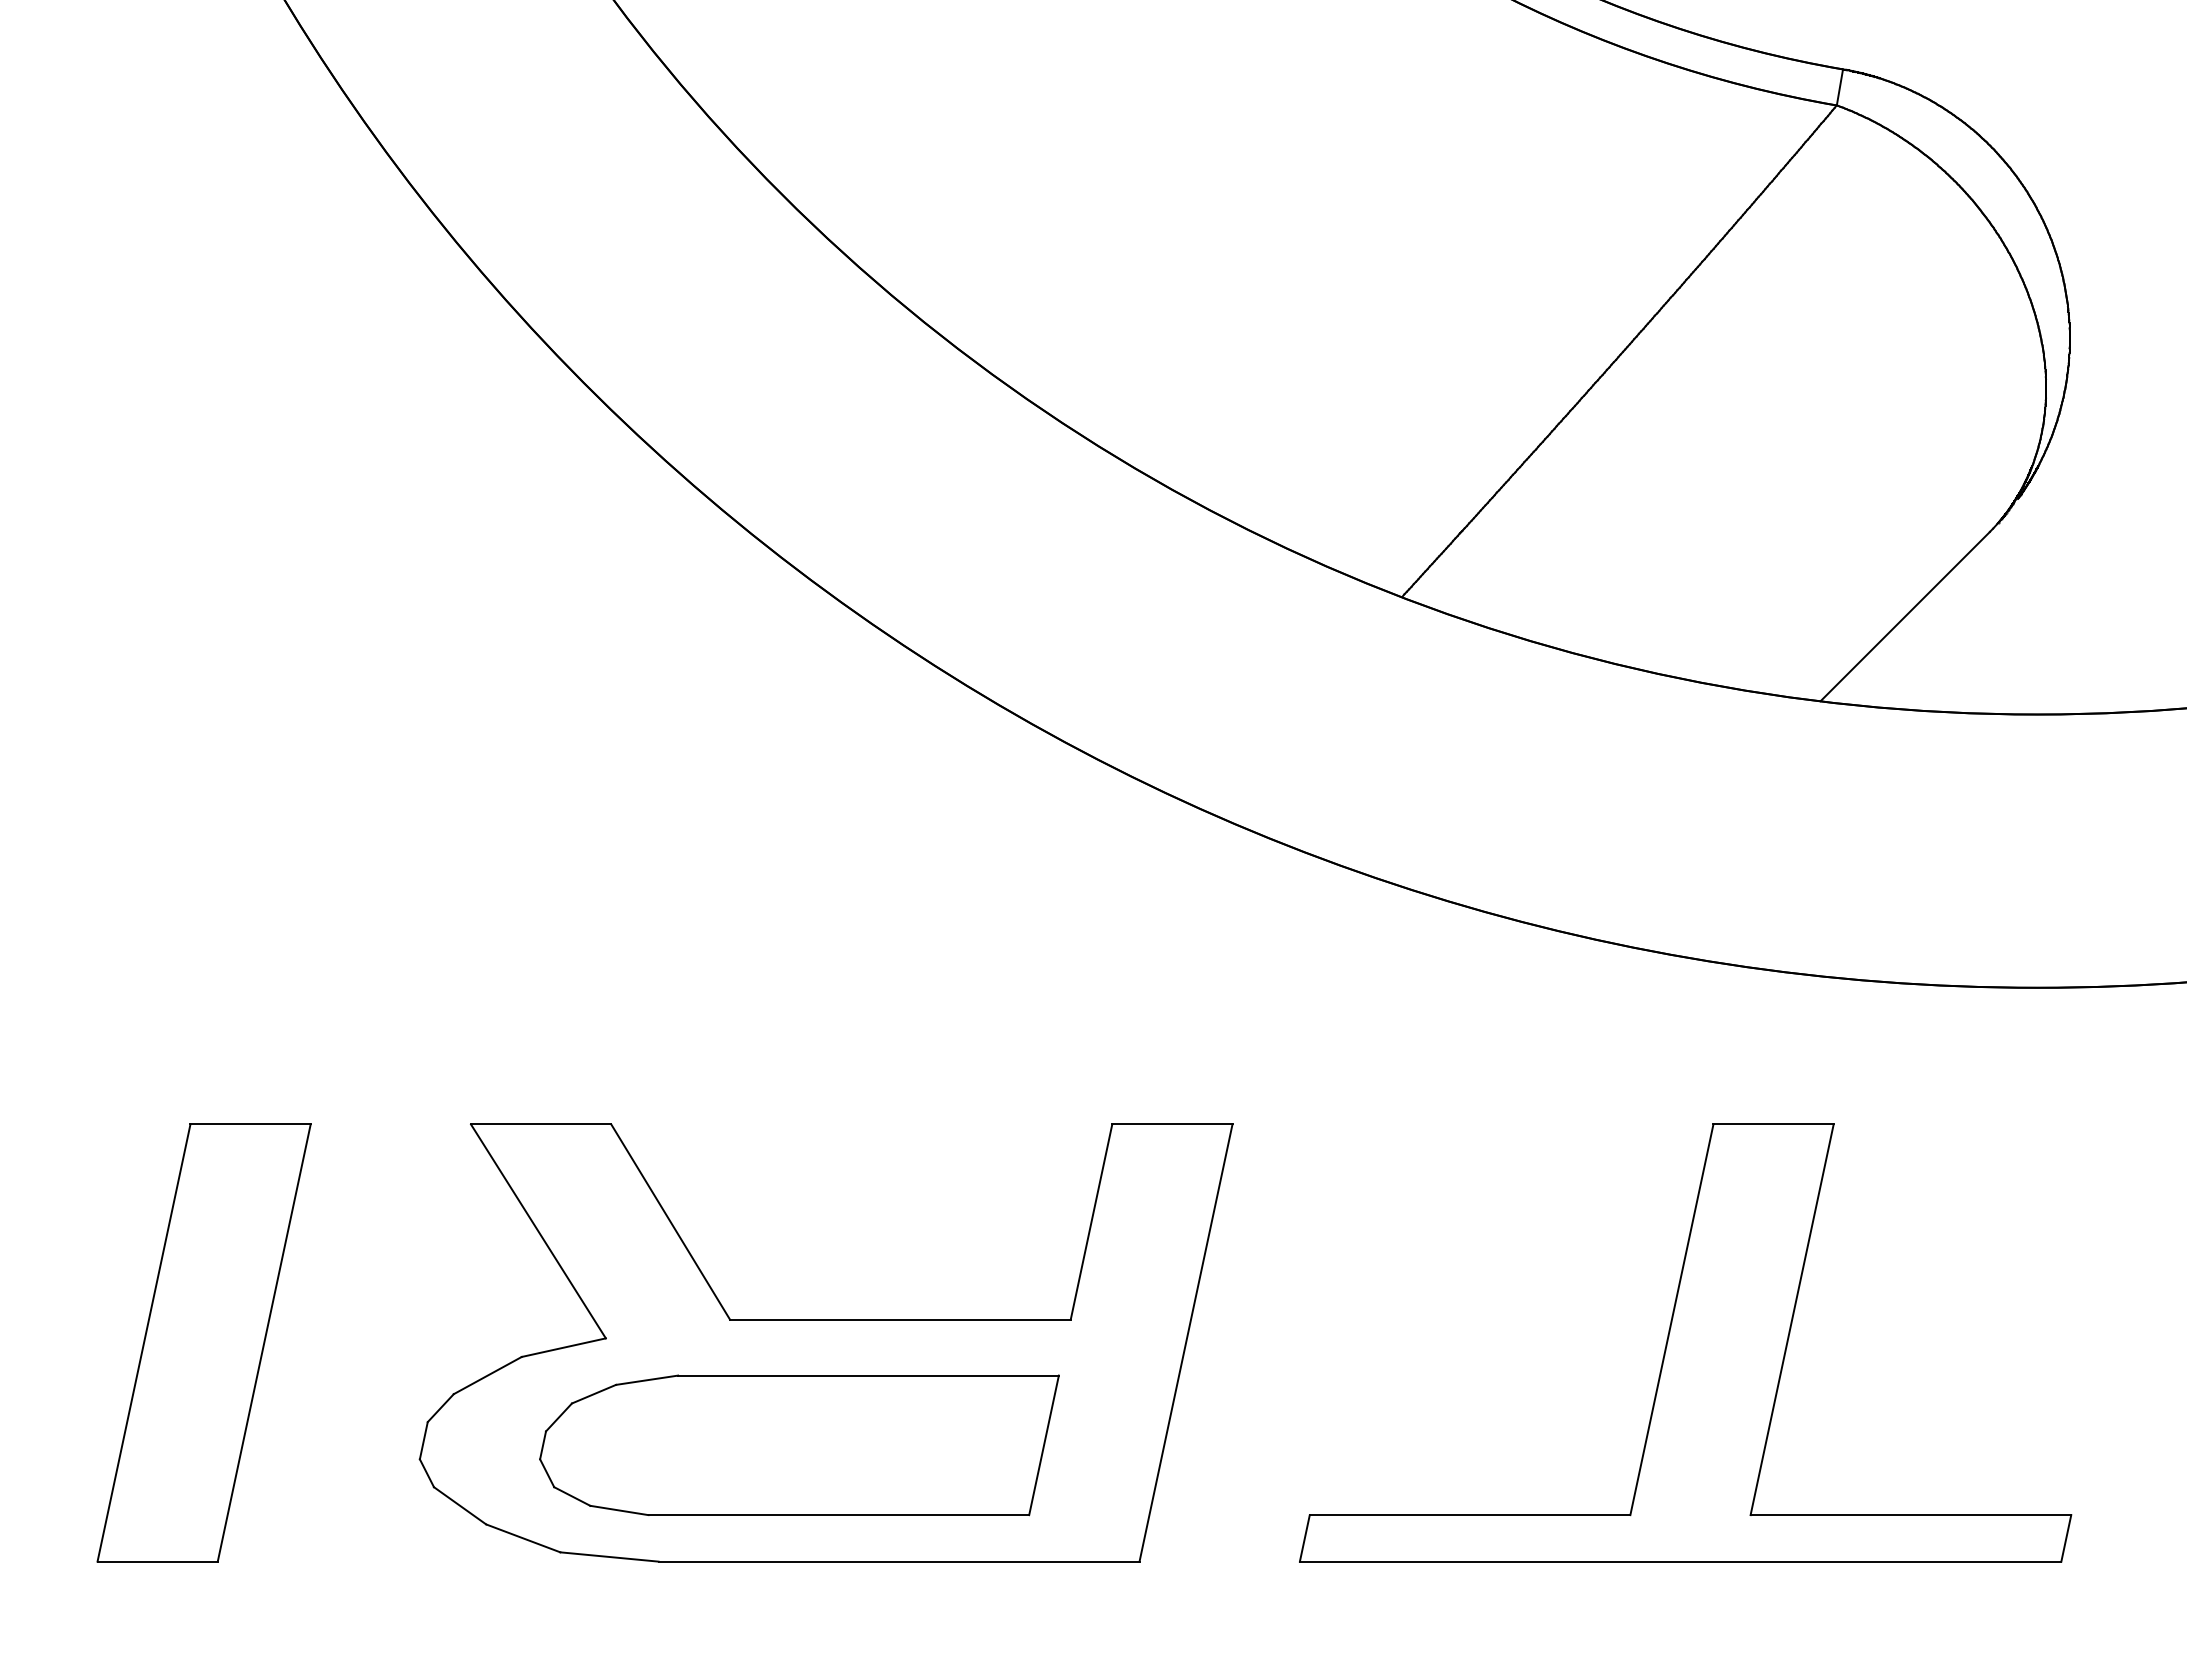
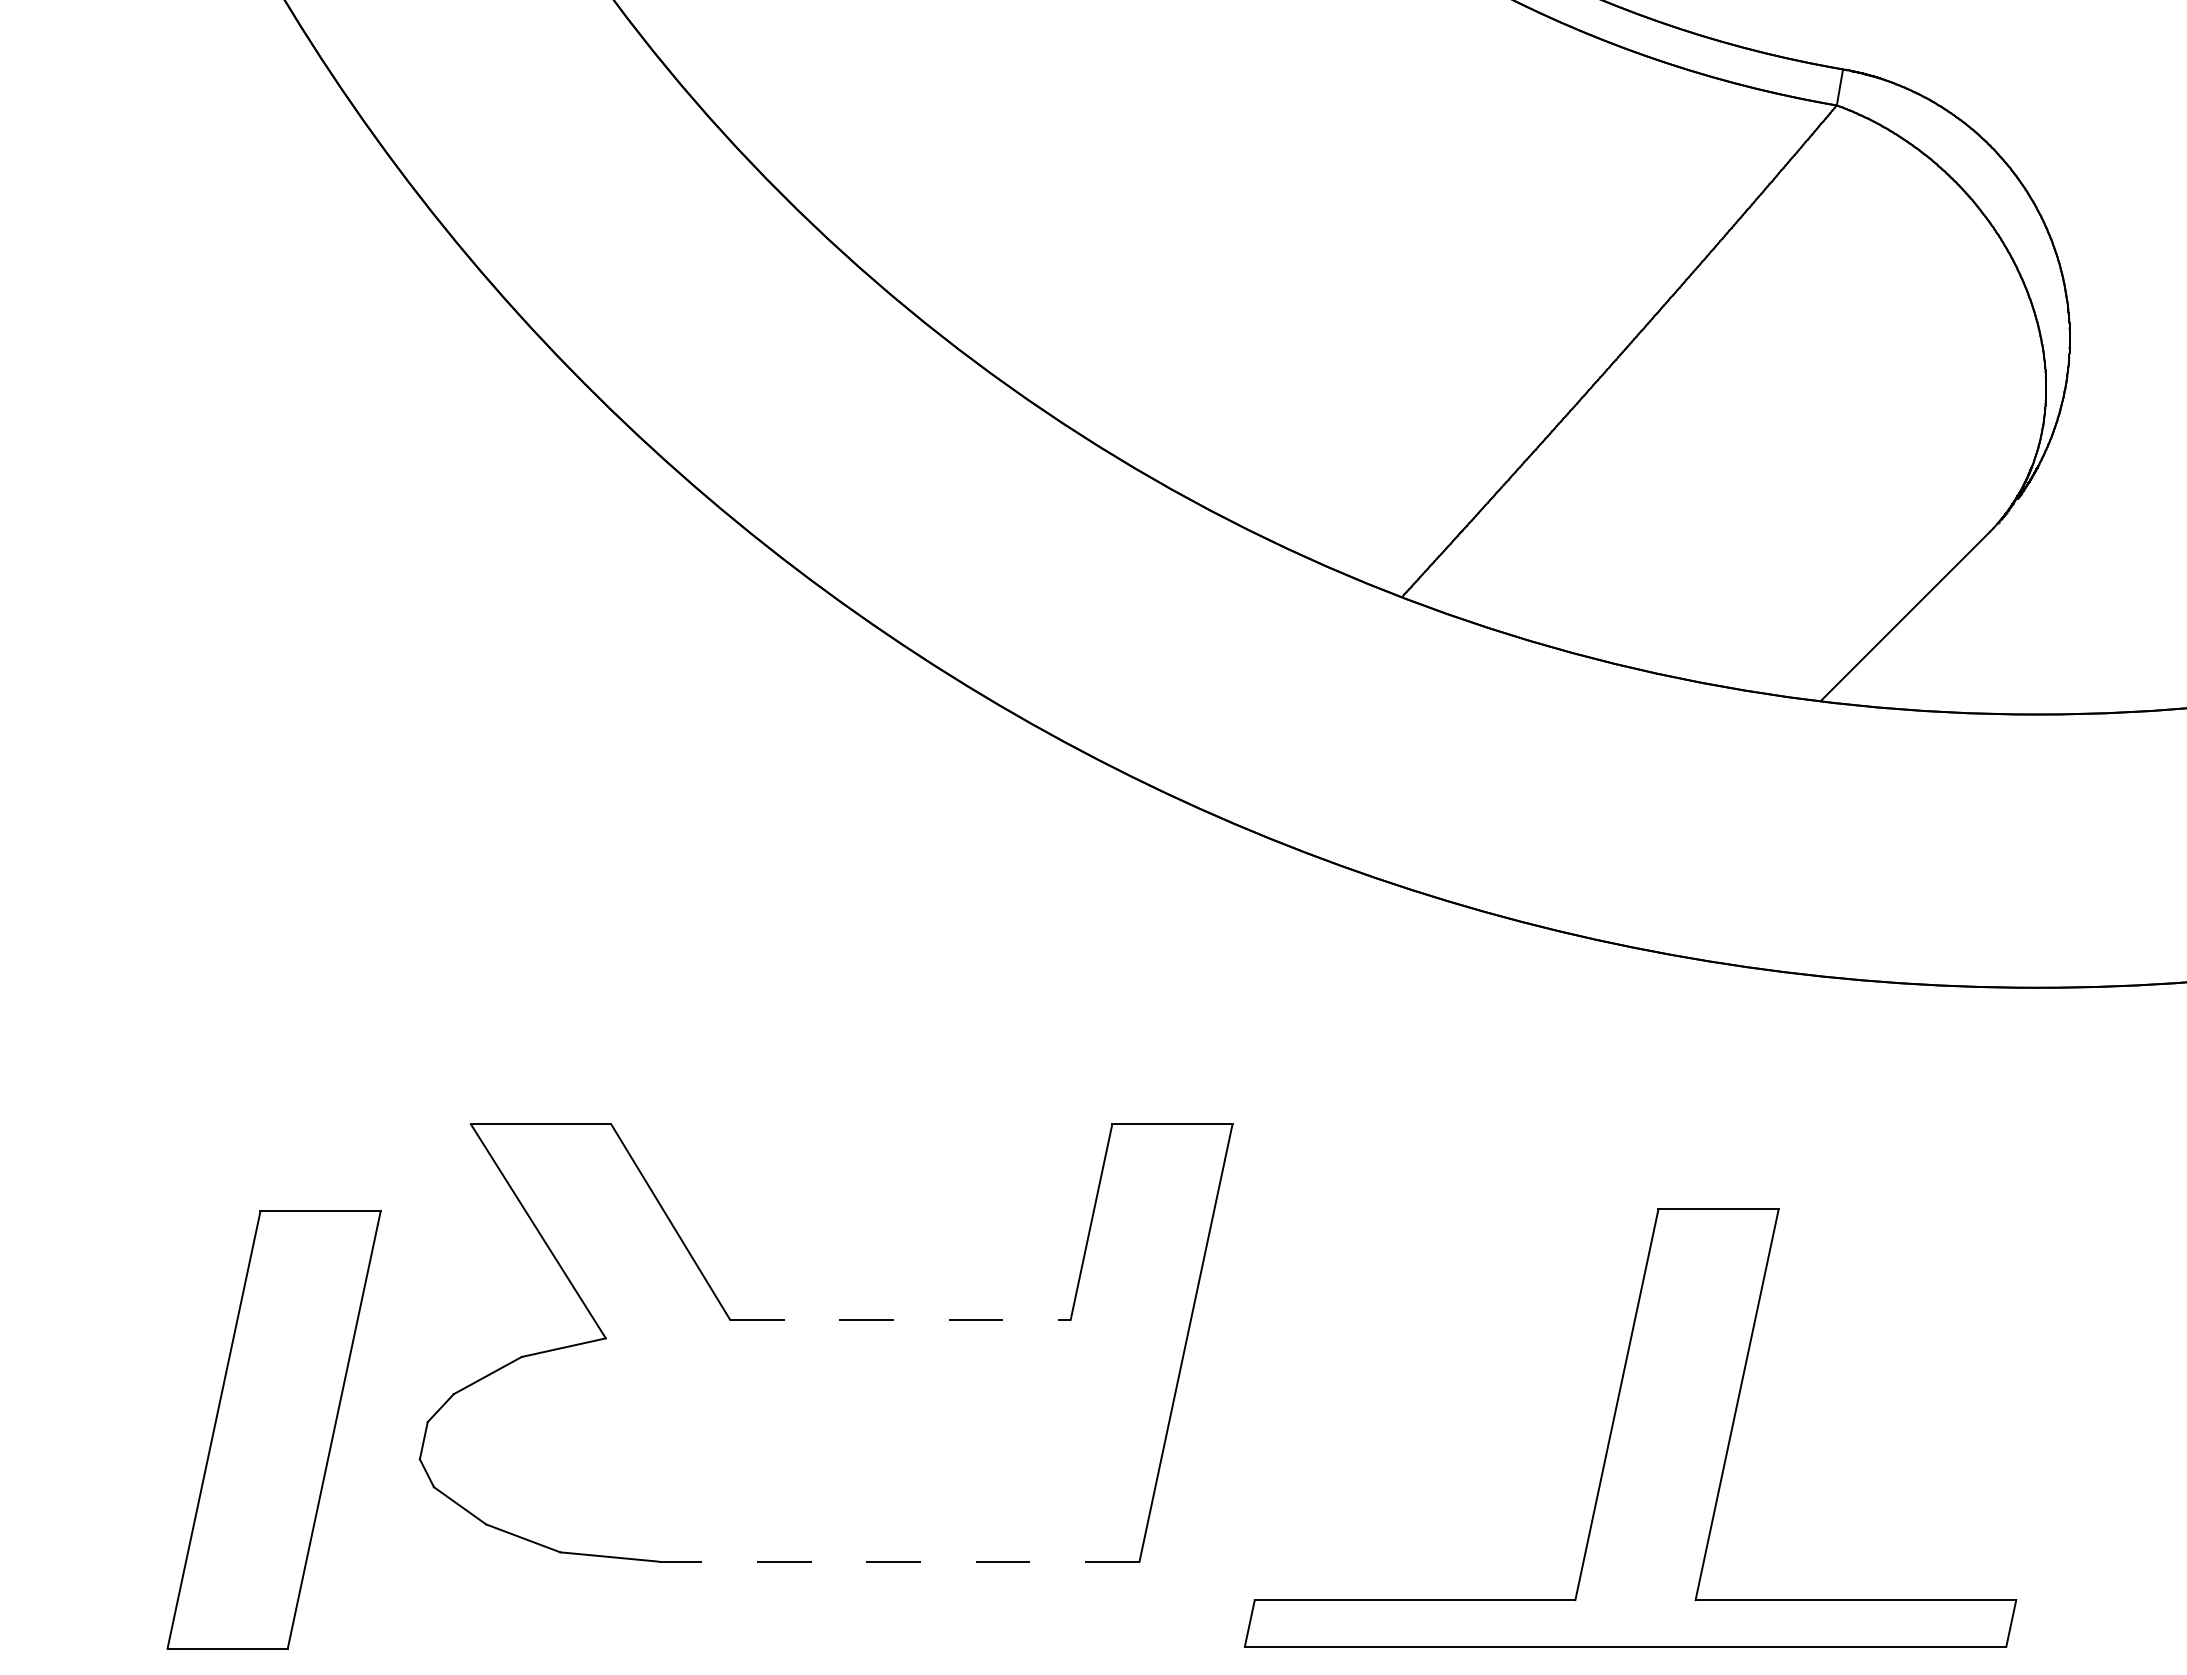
line at (900, 1319): solid -> dashed
part at (203, 1342) position: (203, 1342) -> (273, 1429)
part at (1685, 1342) position: (1685, 1342) -> (1630, 1427)
part at (799, 1445): present -> none
line at (898, 1561): solid -> dashed
